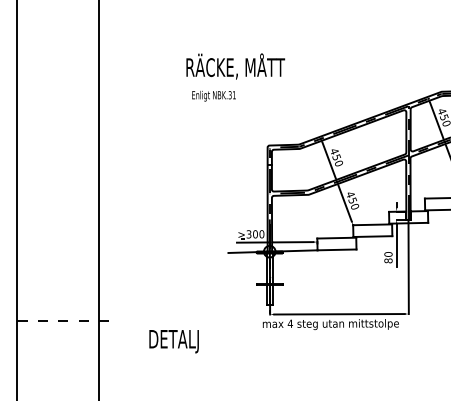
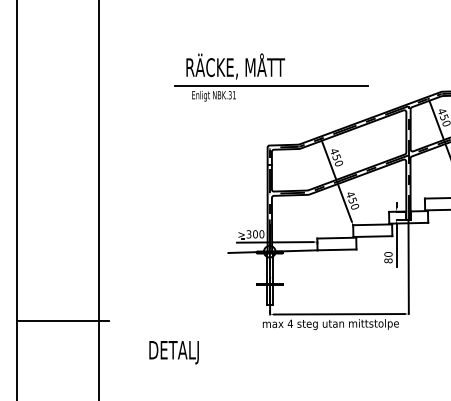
line at (271, 85): none -> present
line at (63, 320): dashed -> solid
text at (173, 341) position: (173, 341) -> (173, 352)
